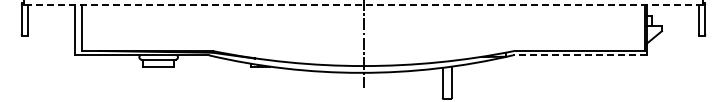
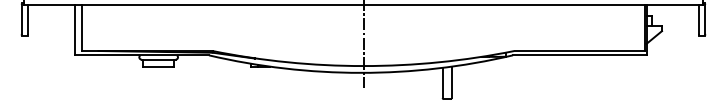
line at (363, 5): dashed -> solid
line at (579, 55): dashed -> solid
